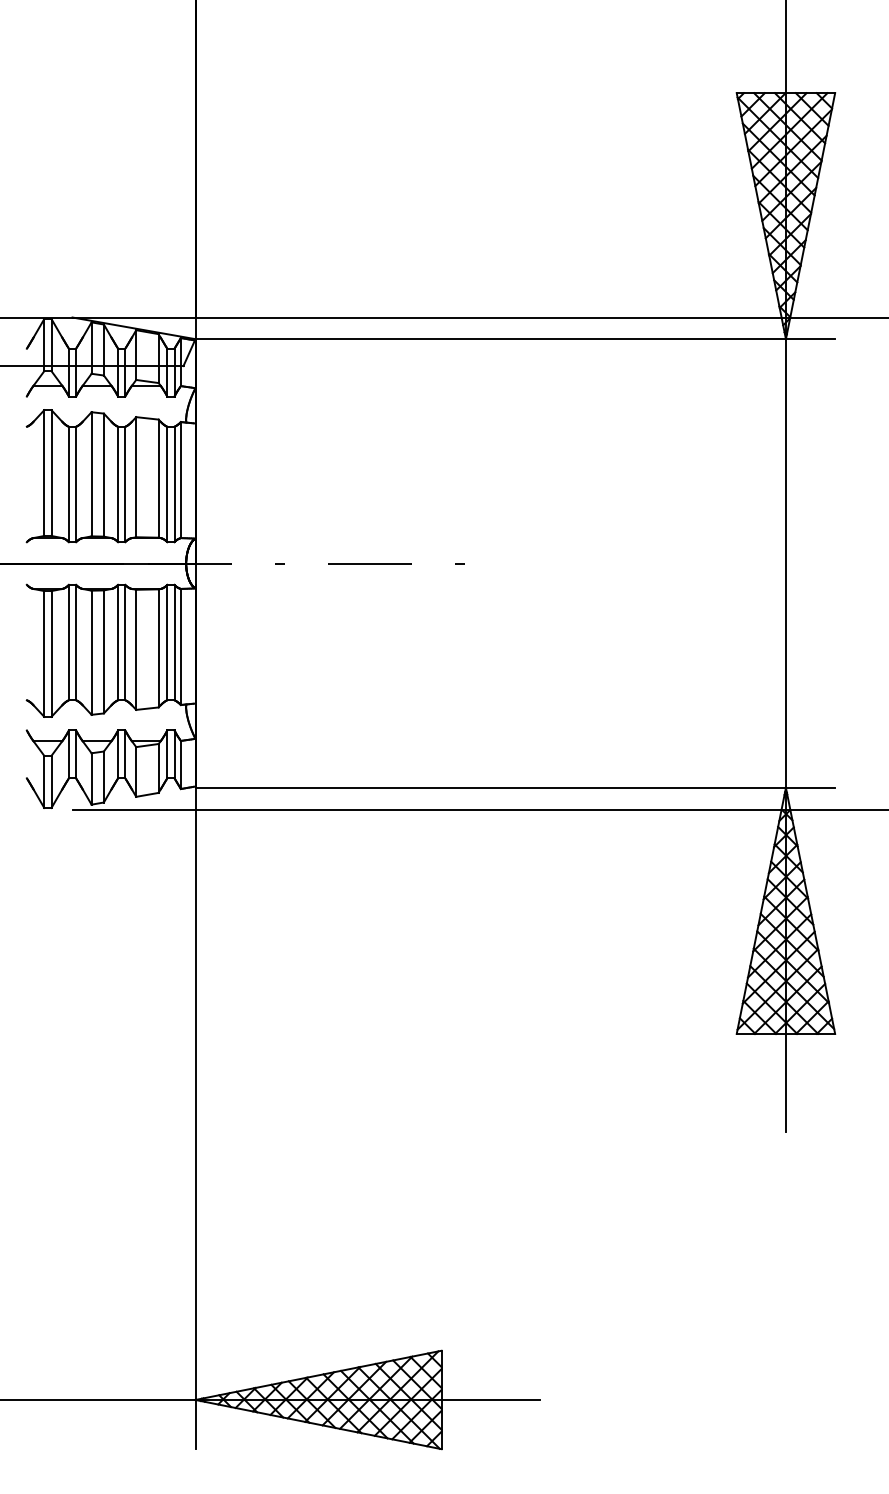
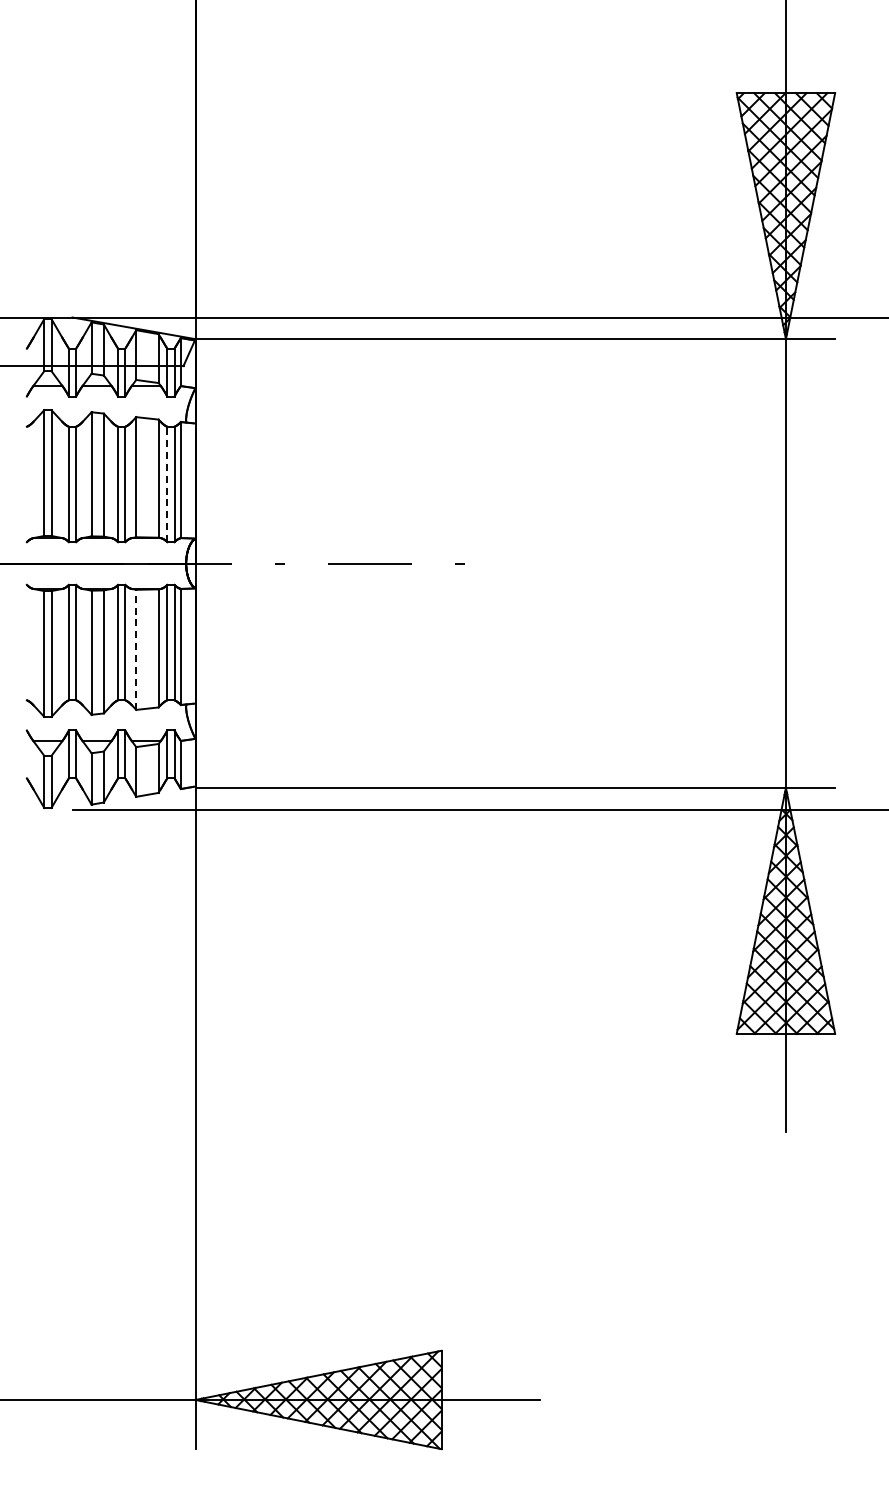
line at (167, 484): solid -> dashed
line at (136, 649): solid -> dashed
